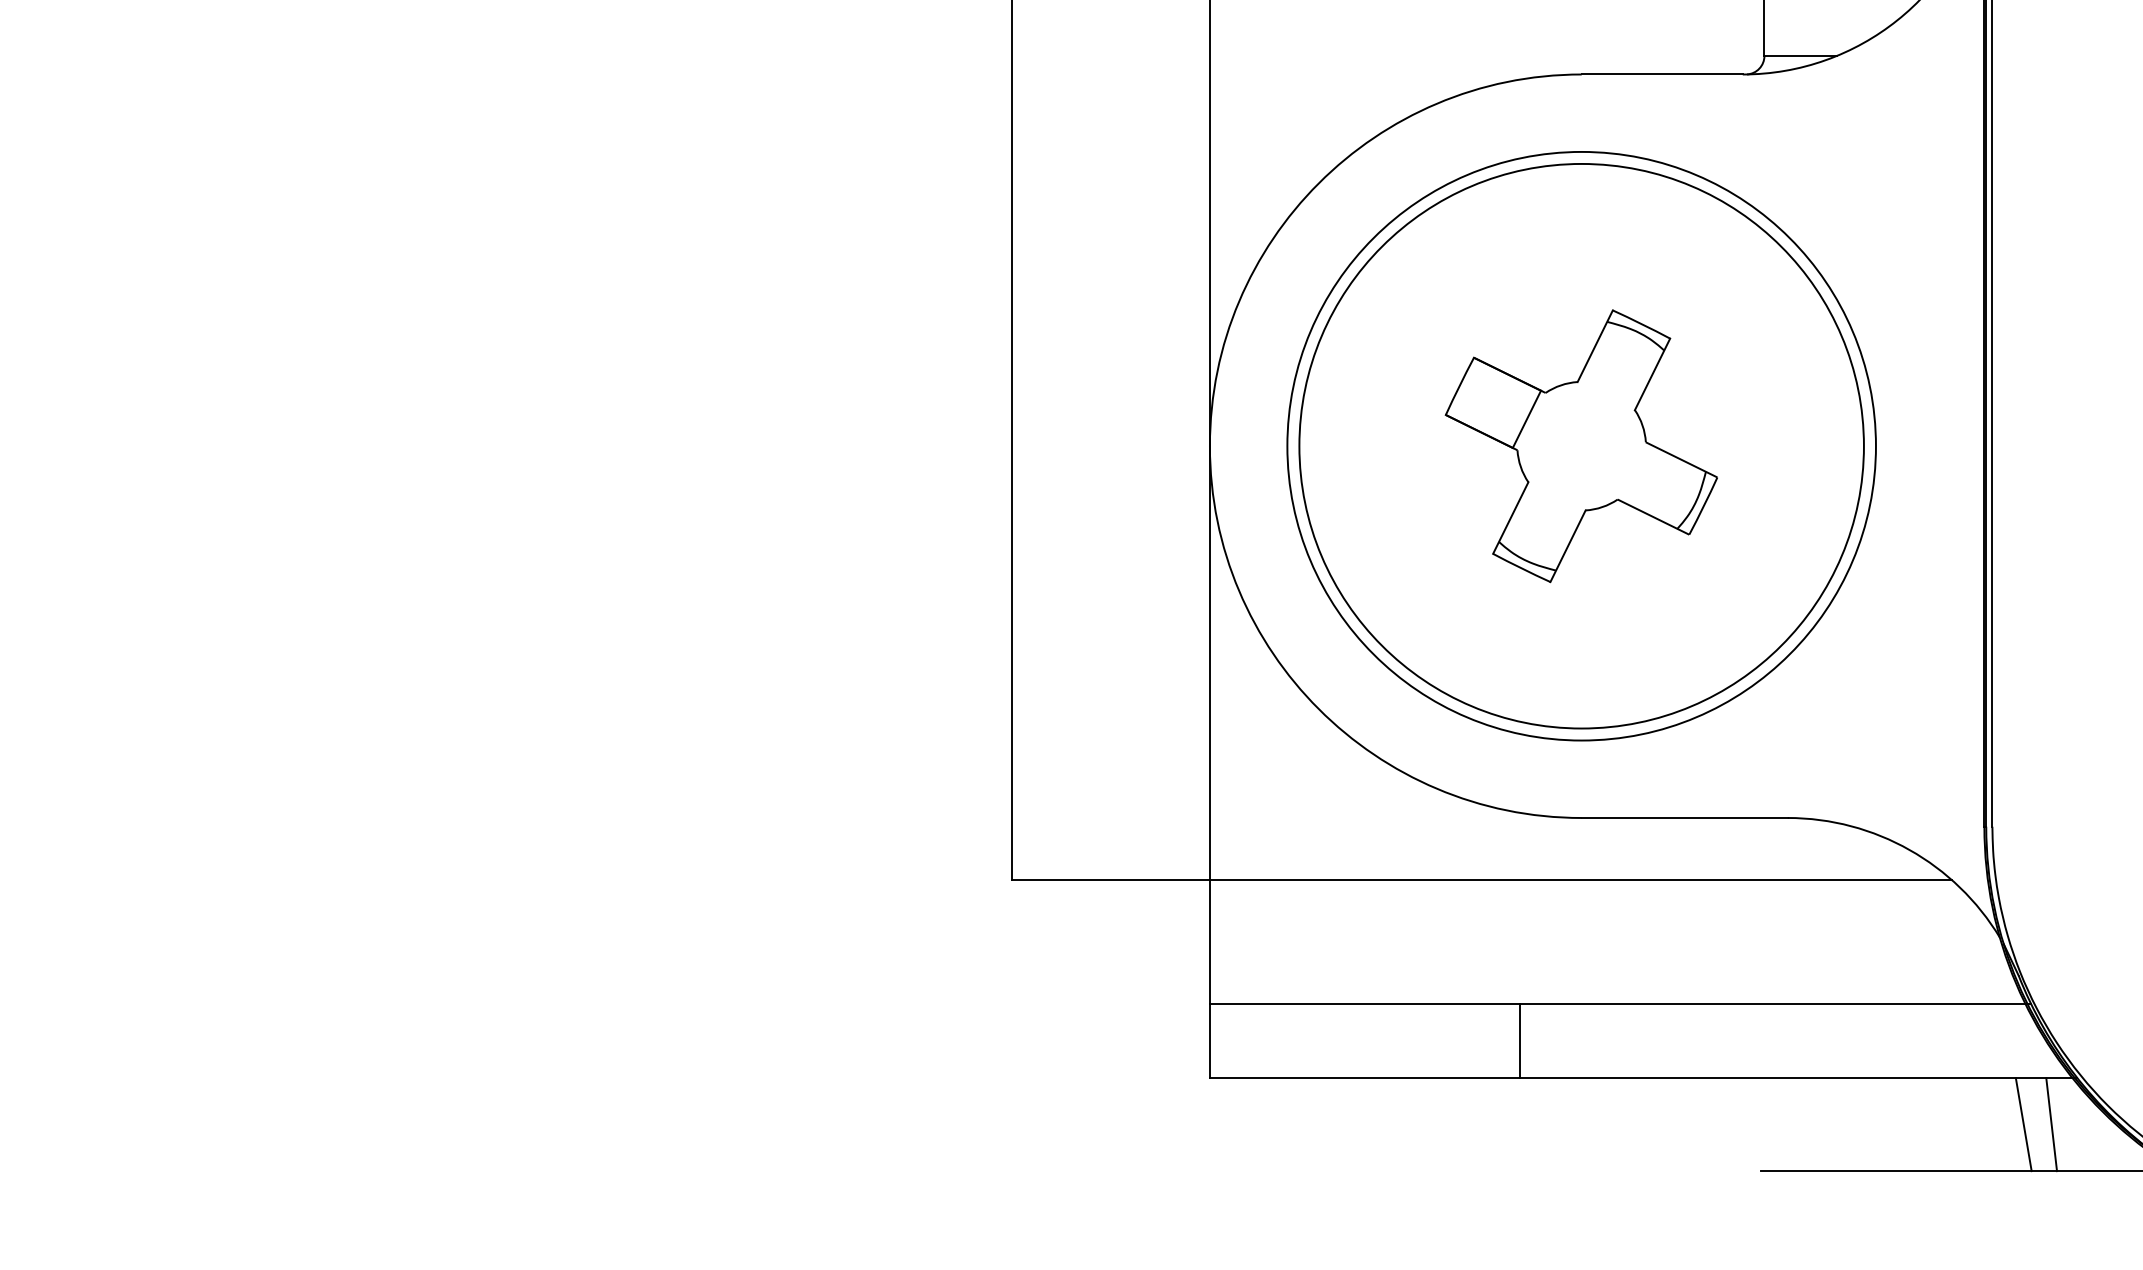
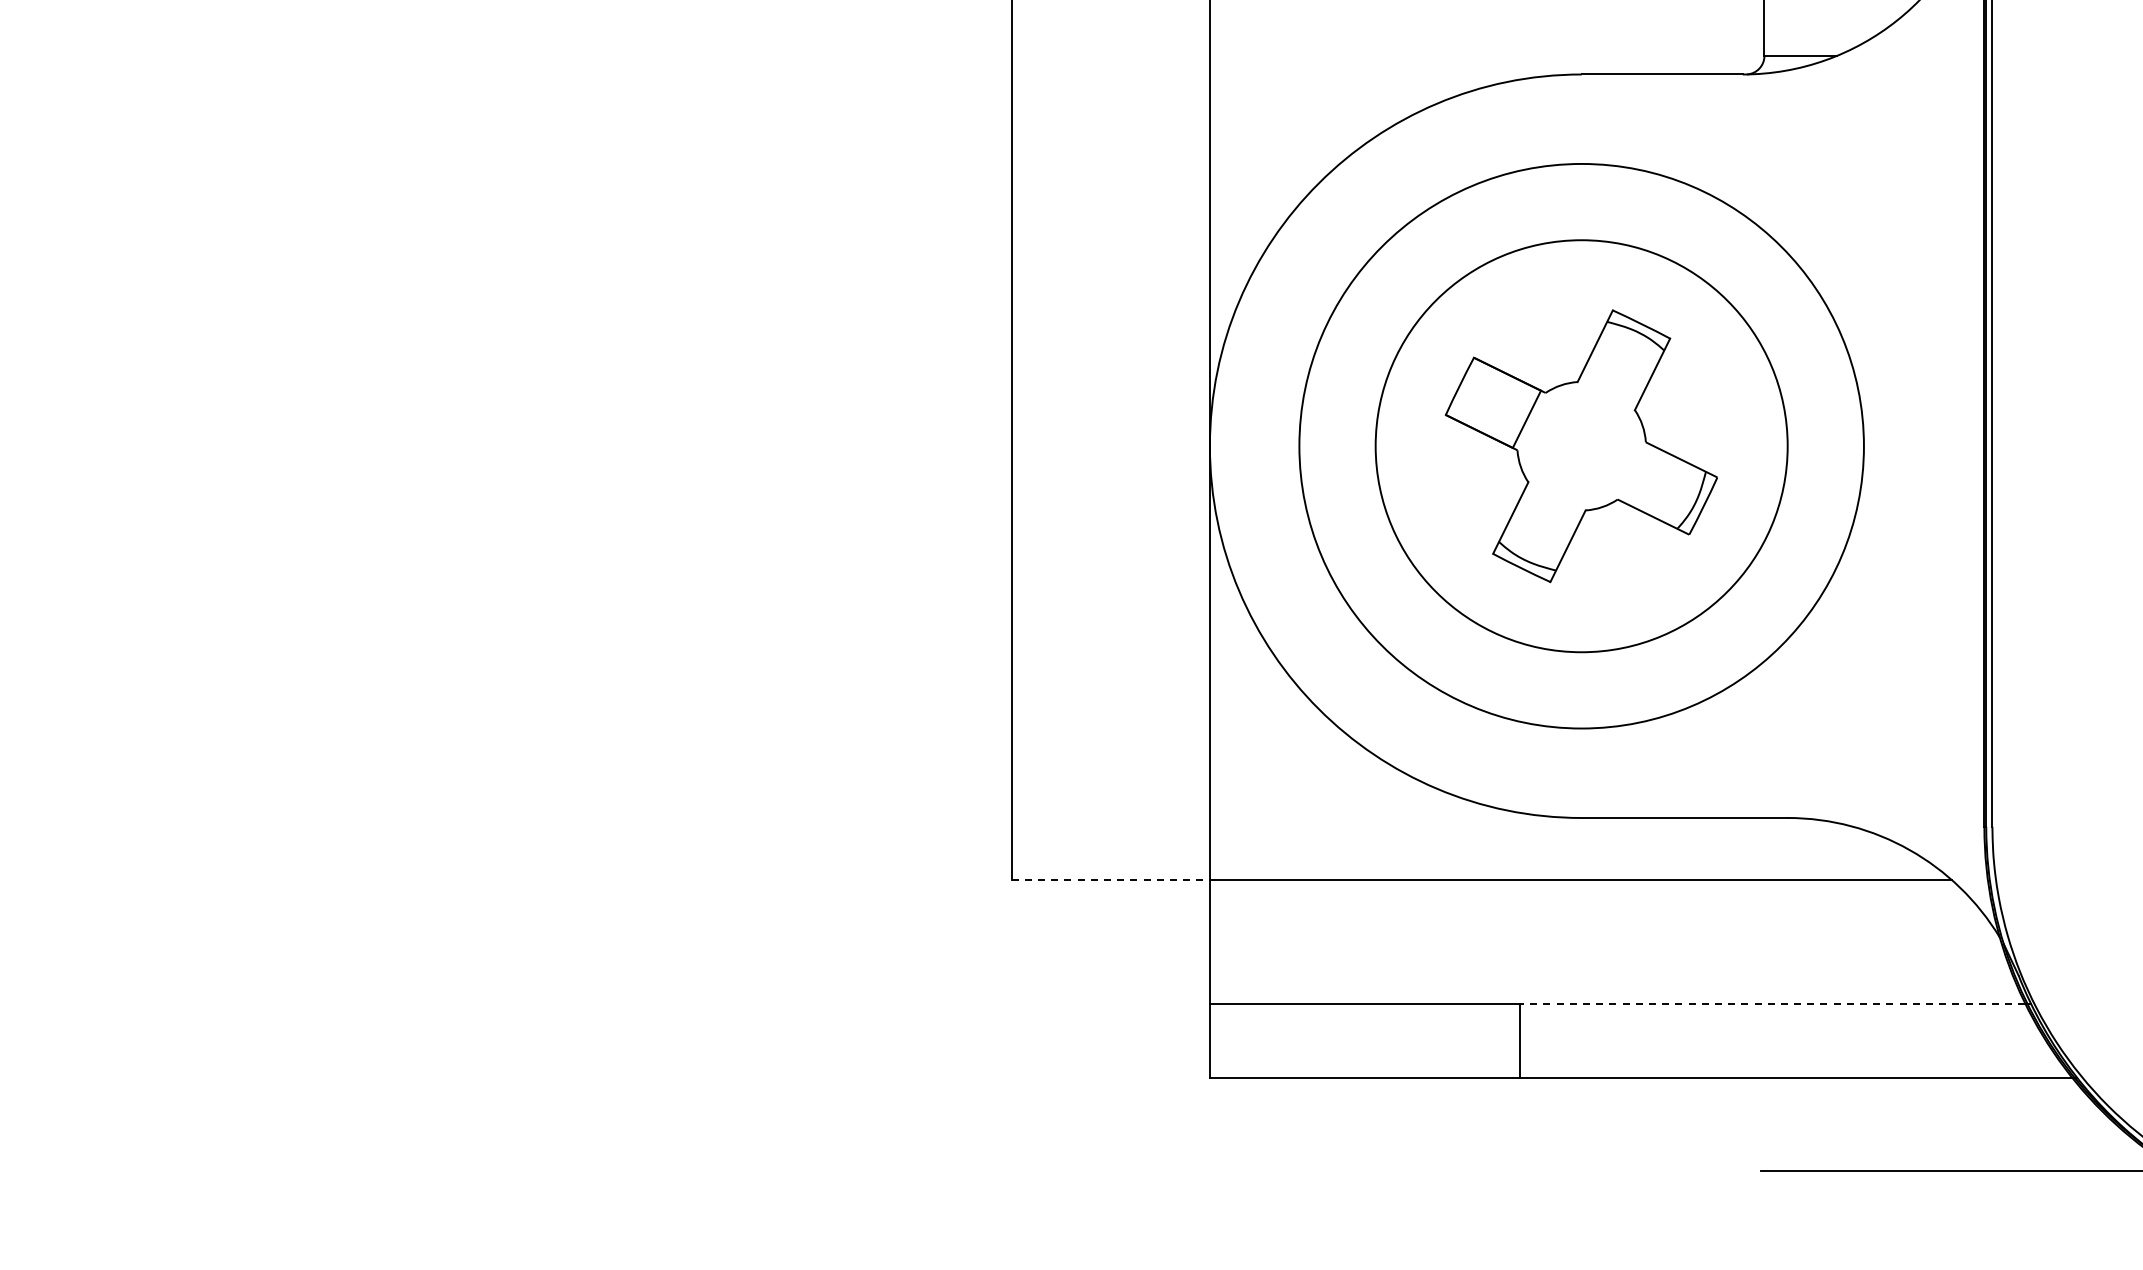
circle at (1581, 445) diameter: 589 px -> 412 px
line at (1111, 879): solid -> dashed
line at (1772, 1003): solid -> dashed
line at (2023, 1124): present -> none
line at (2051, 1124): present -> none
